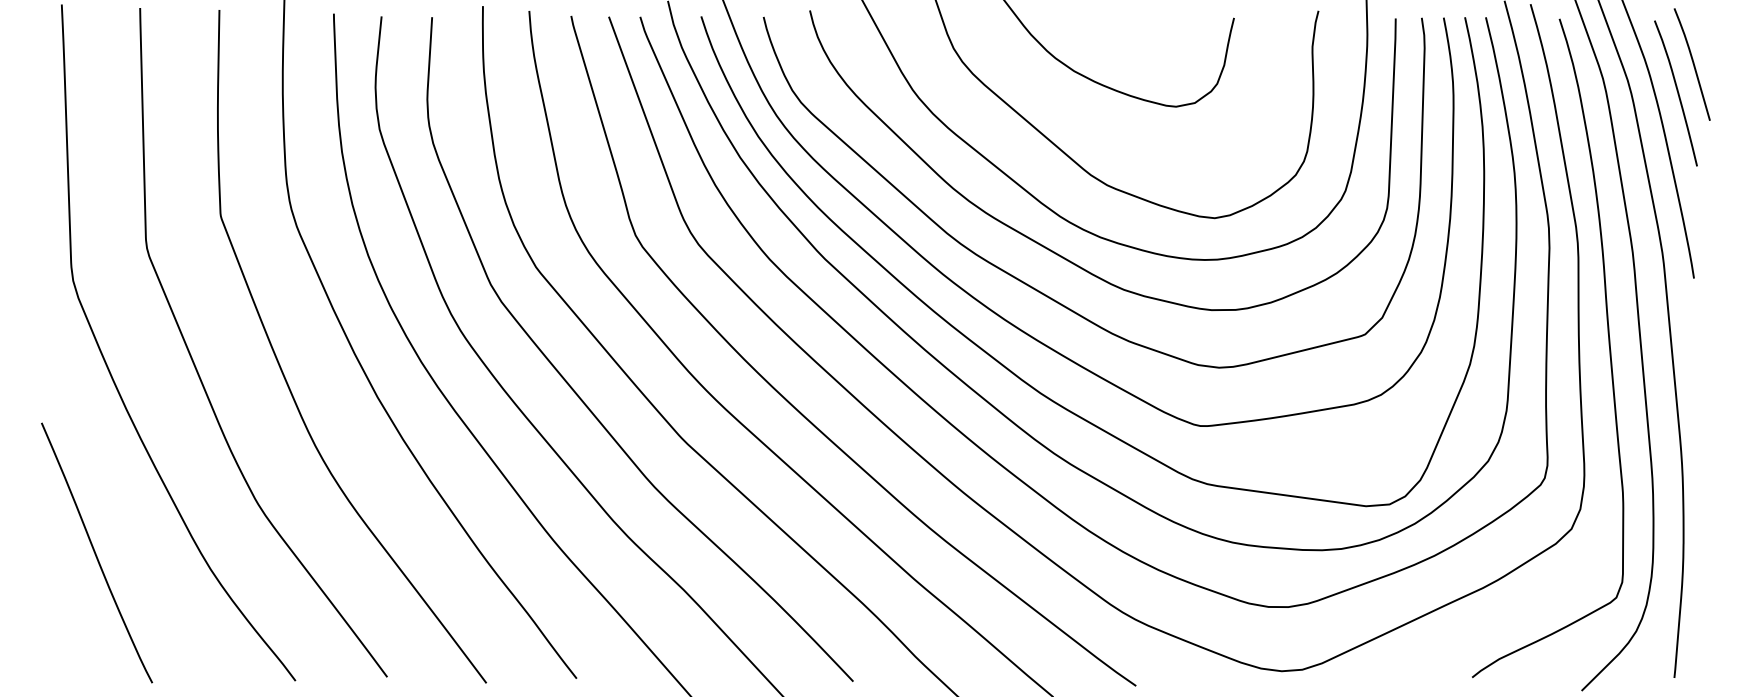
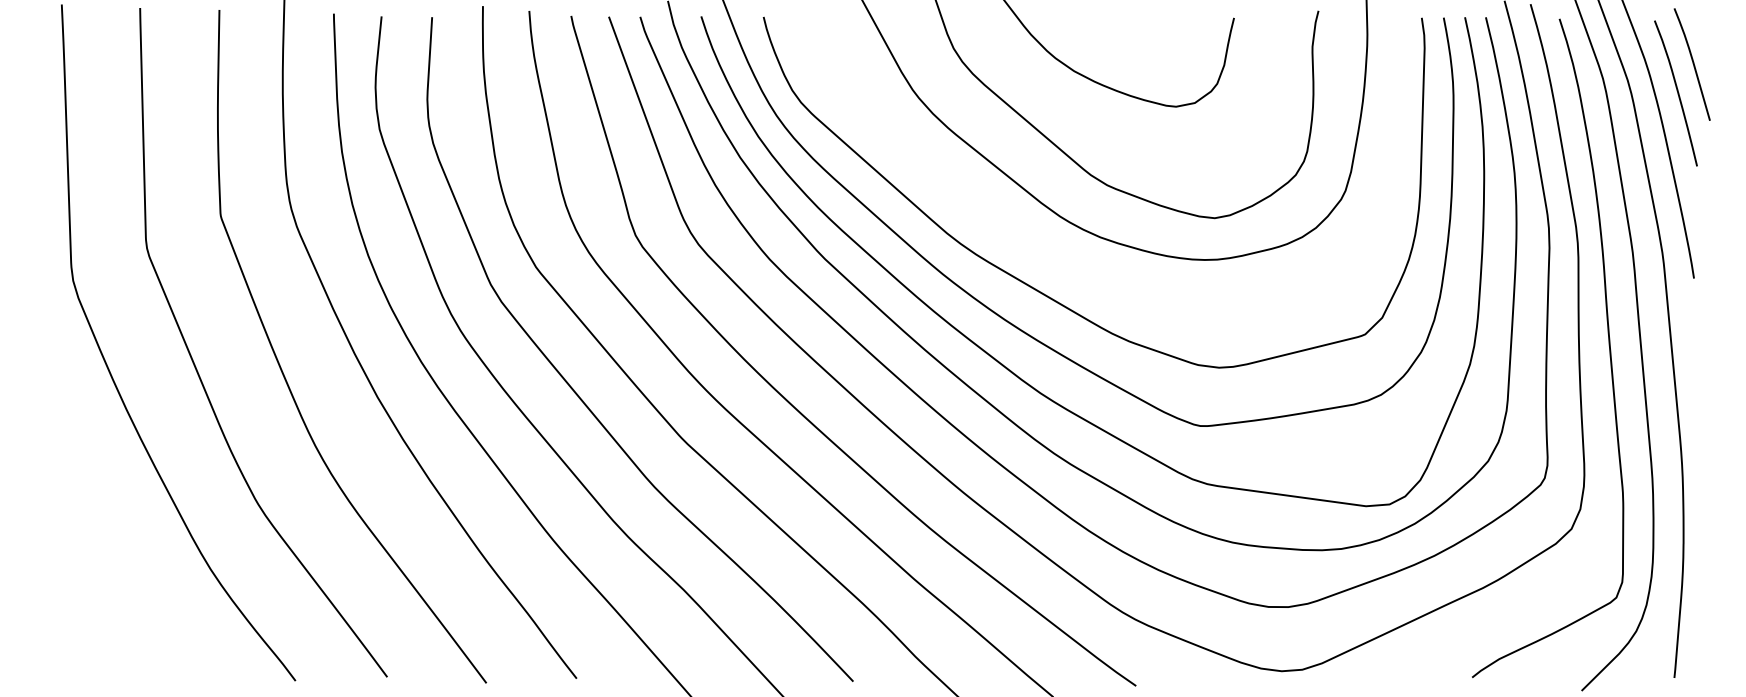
curve at (1051, 249): present -> none
curve at (96, 553): present -> none
